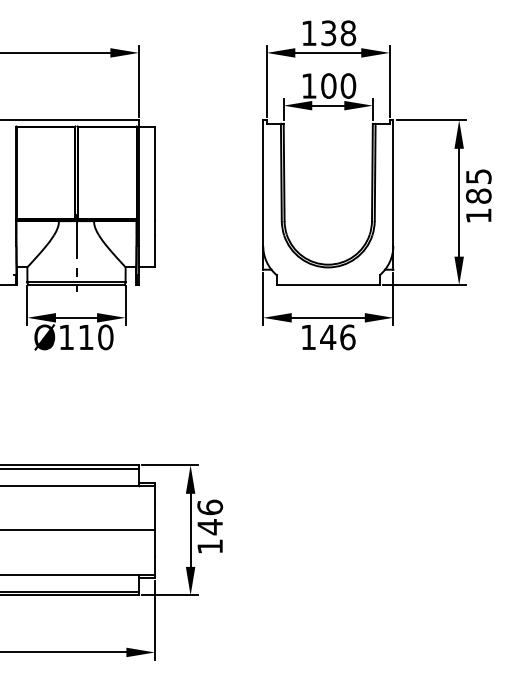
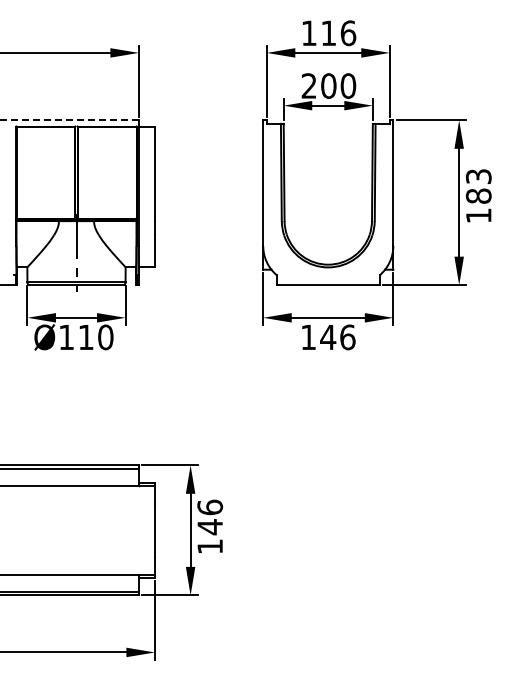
text at (338, 33): 138 -> 116
text at (308, 85): 100 -> 200
line at (68, 120): solid -> dashed
text at (477, 176): 185 -> 183
line at (78, 530): present -> none
